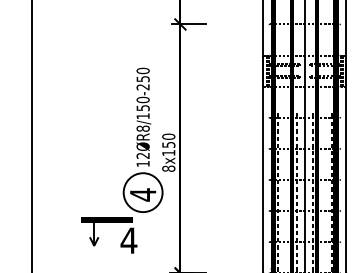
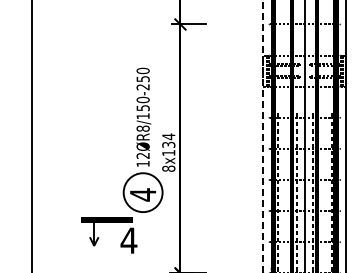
line at (263, 136): solid -> dashed
text at (168, 140): 8x150 -> 8x134
